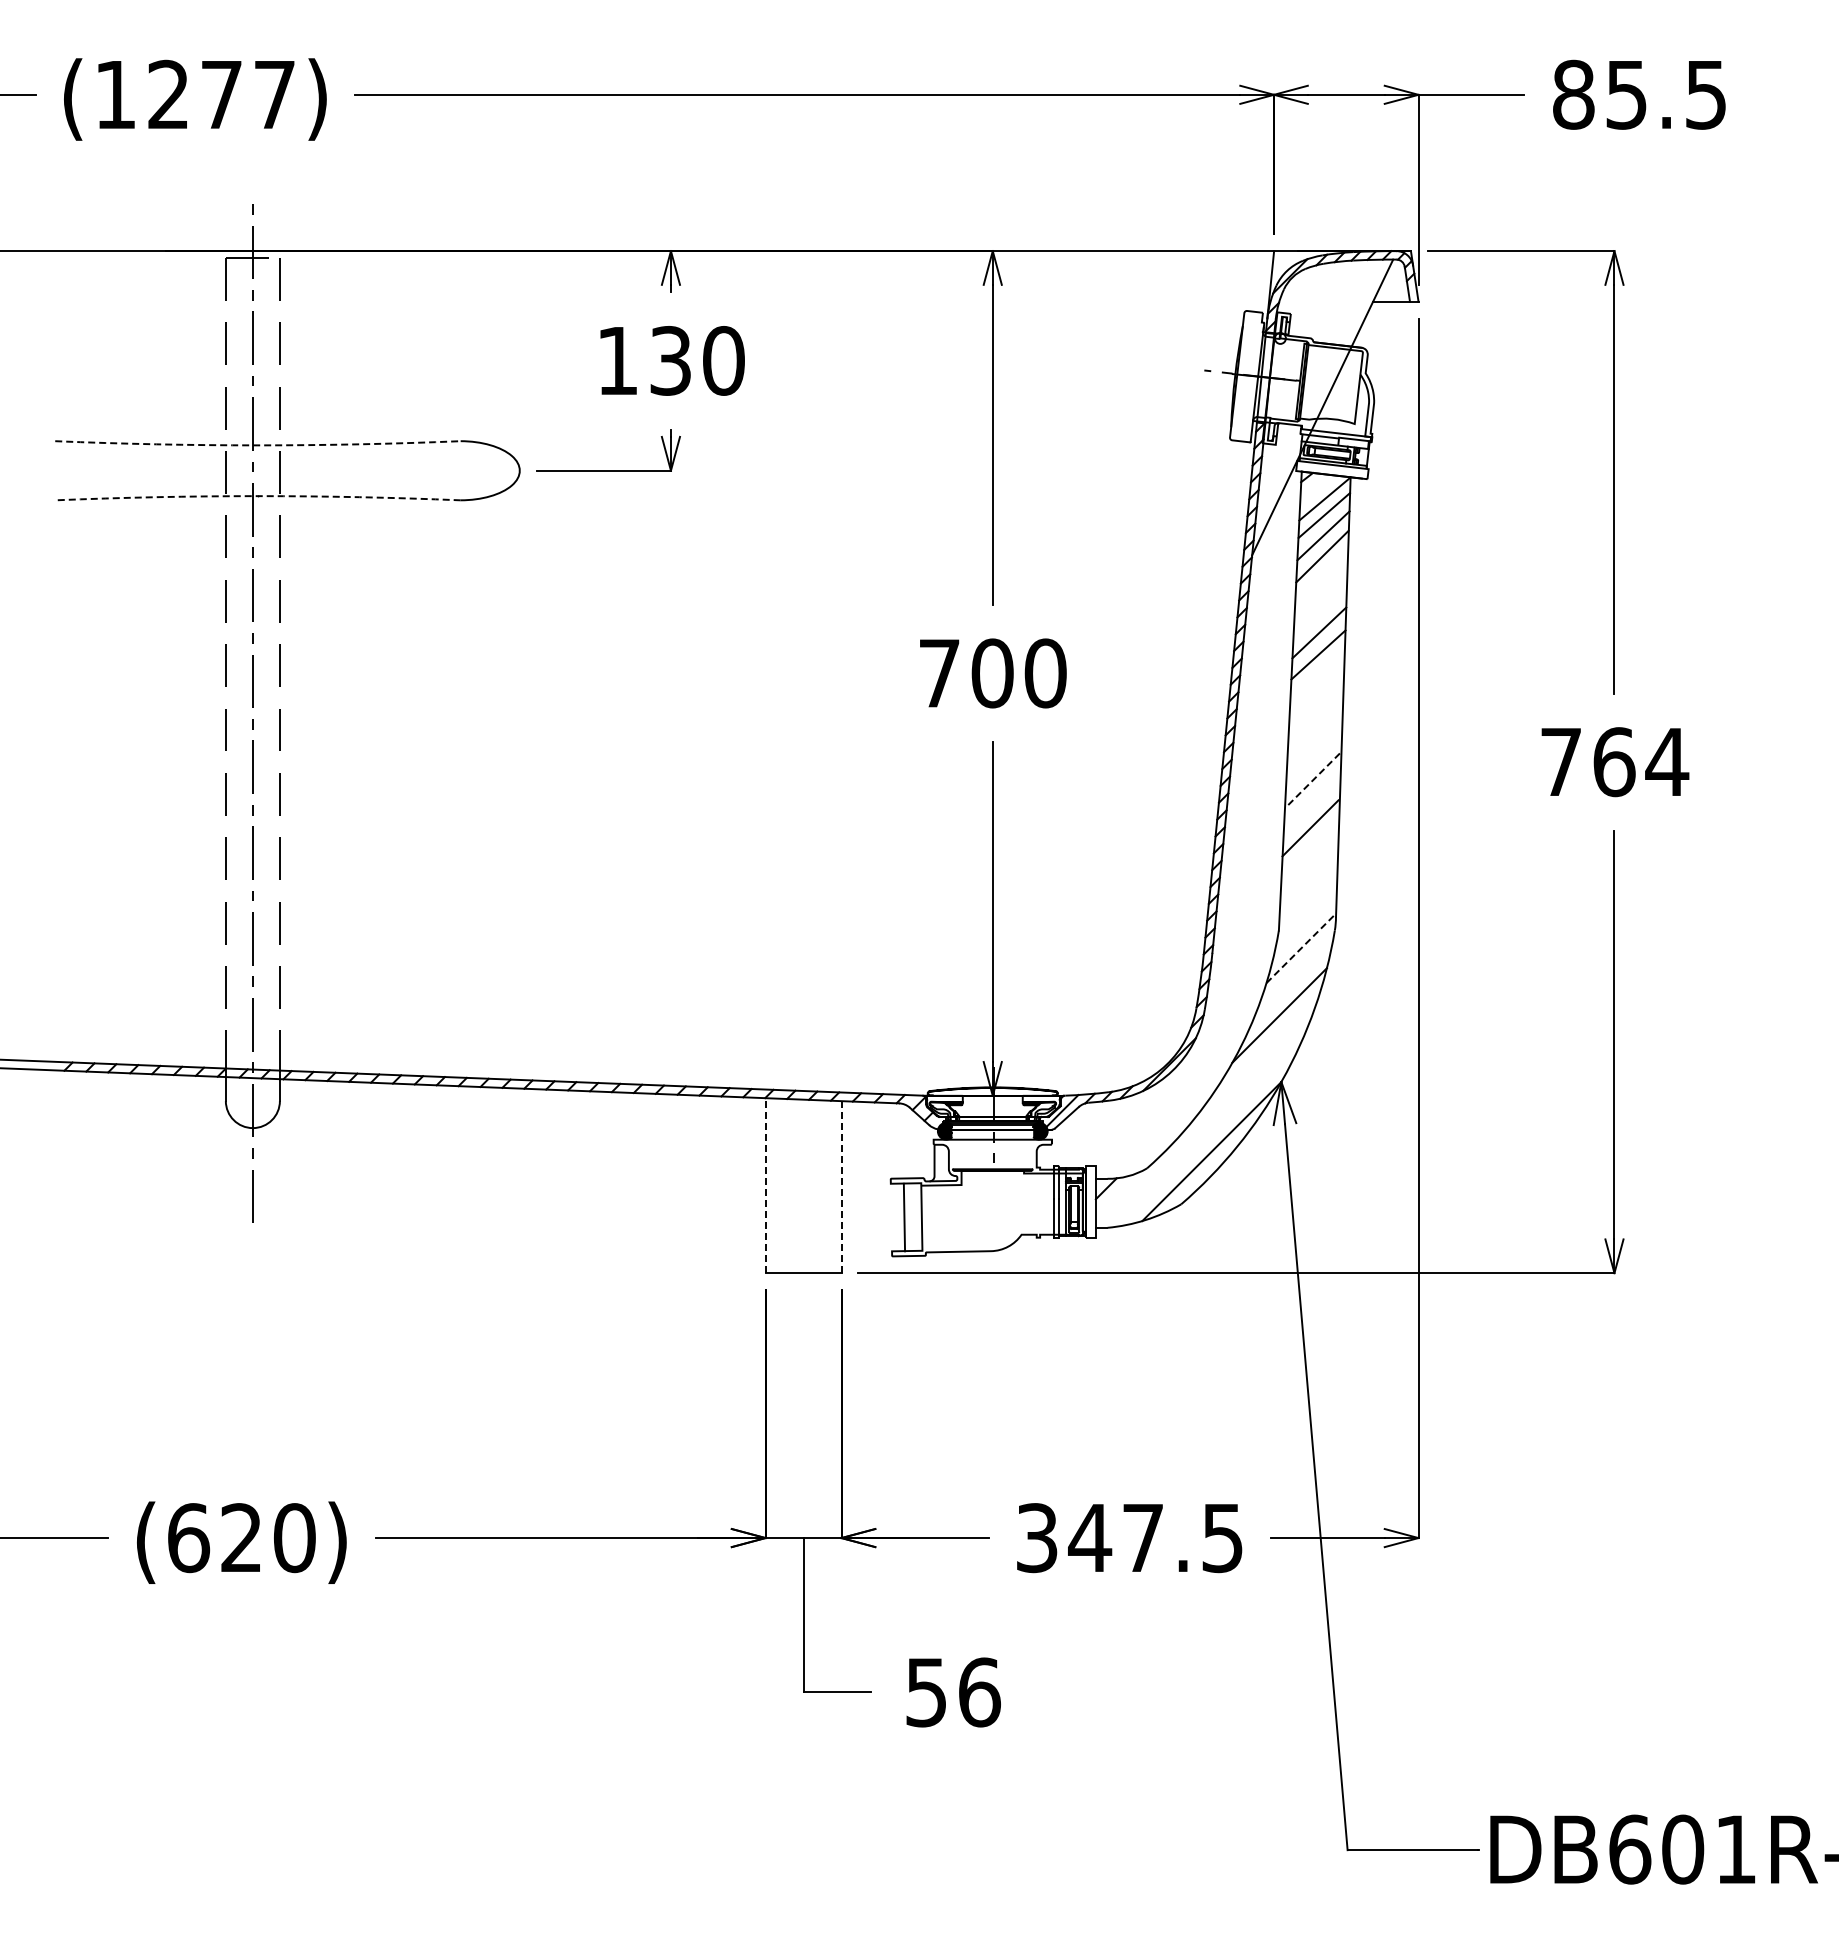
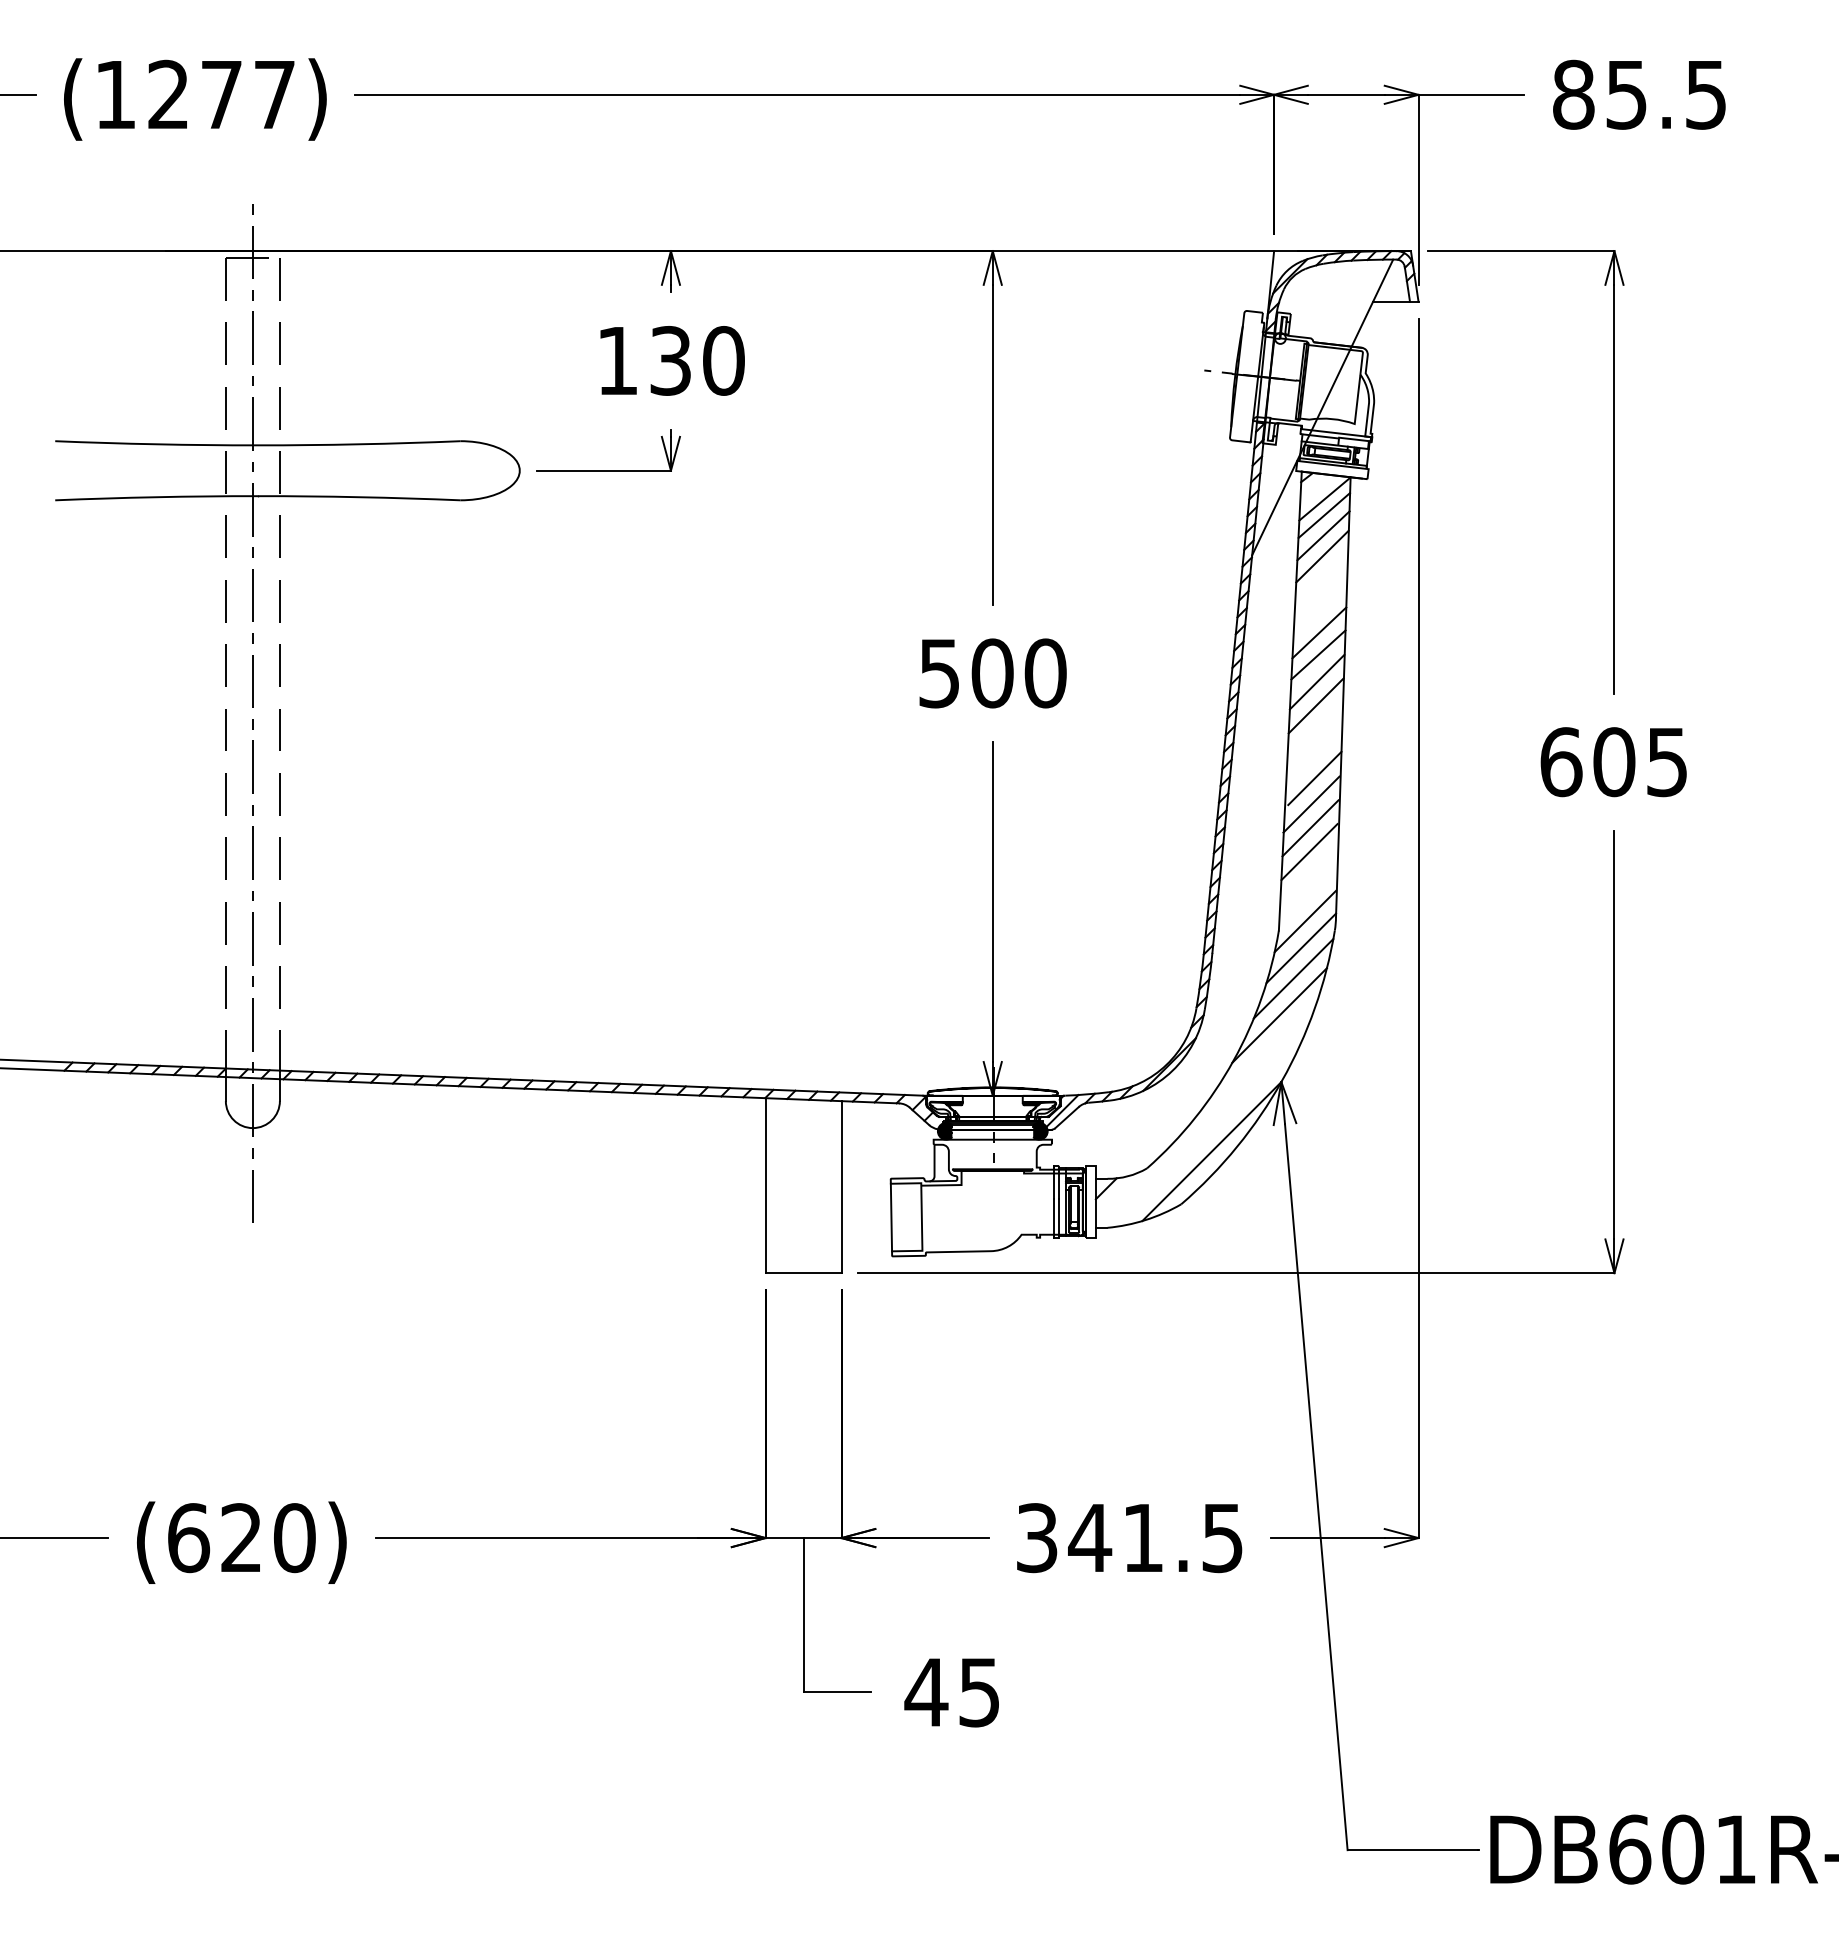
arc at (257, 445): dashed -> solid
arc at (257, 496): dashed -> solid
text at (939, 673): 700 -> 500
line at (1316, 681): none -> present
line at (1315, 705): none -> present
text at (1614, 762): 764 -> 605
line at (1314, 778): dashed -> solid
line at (1311, 804): none -> present
line at (1309, 852): none -> present
line at (1305, 921): none -> present
line at (1301, 948): dashed -> solid
line at (1293, 978): none -> present
line at (765, 1185): dashed -> solid
line at (841, 1186): dashed -> solid
line at (904, 1217) position: (904, 1217) -> (891, 1217)
text at (1142, 1537): 347.5 -> 341.5
text at (952, 1692): 56 -> 45
